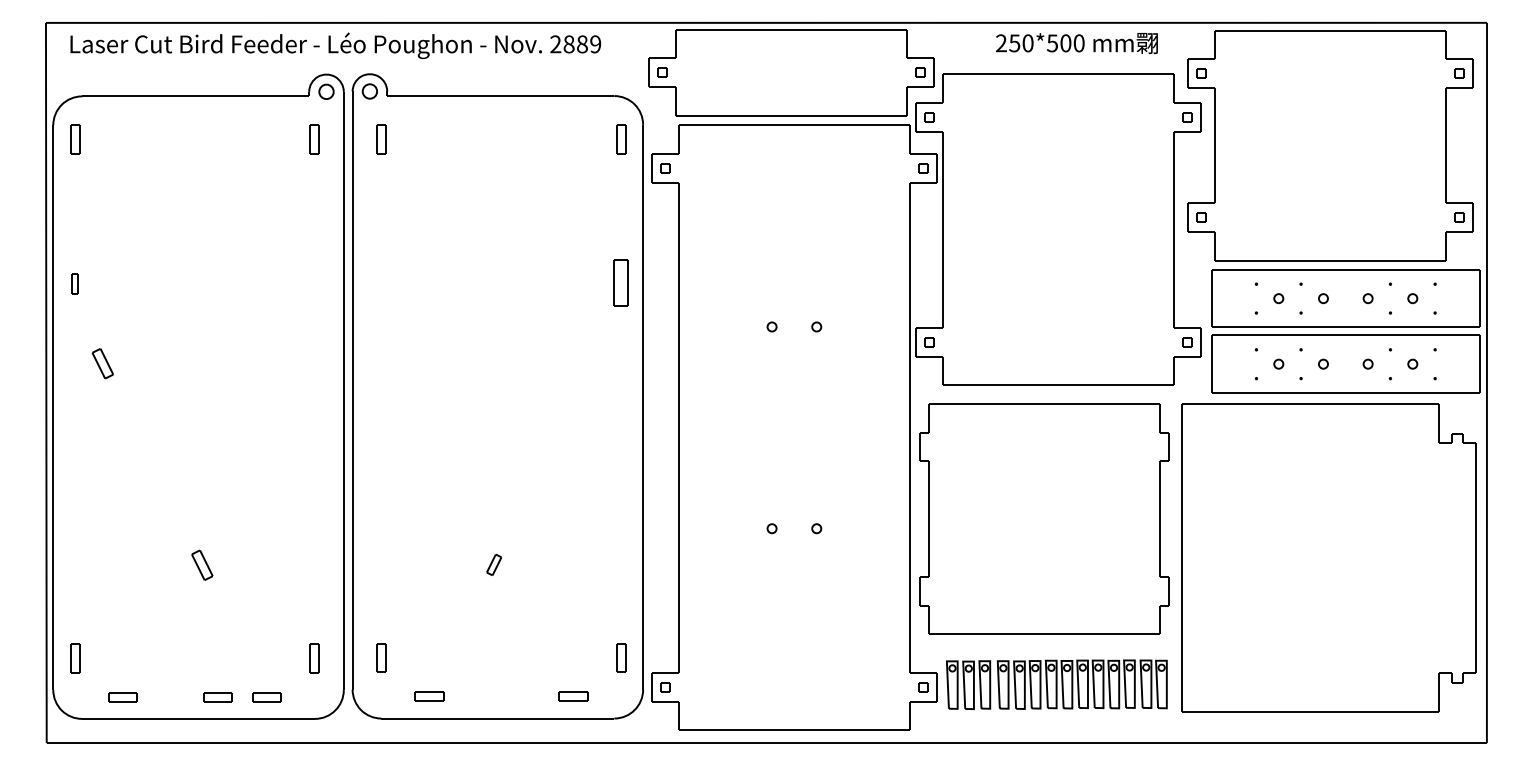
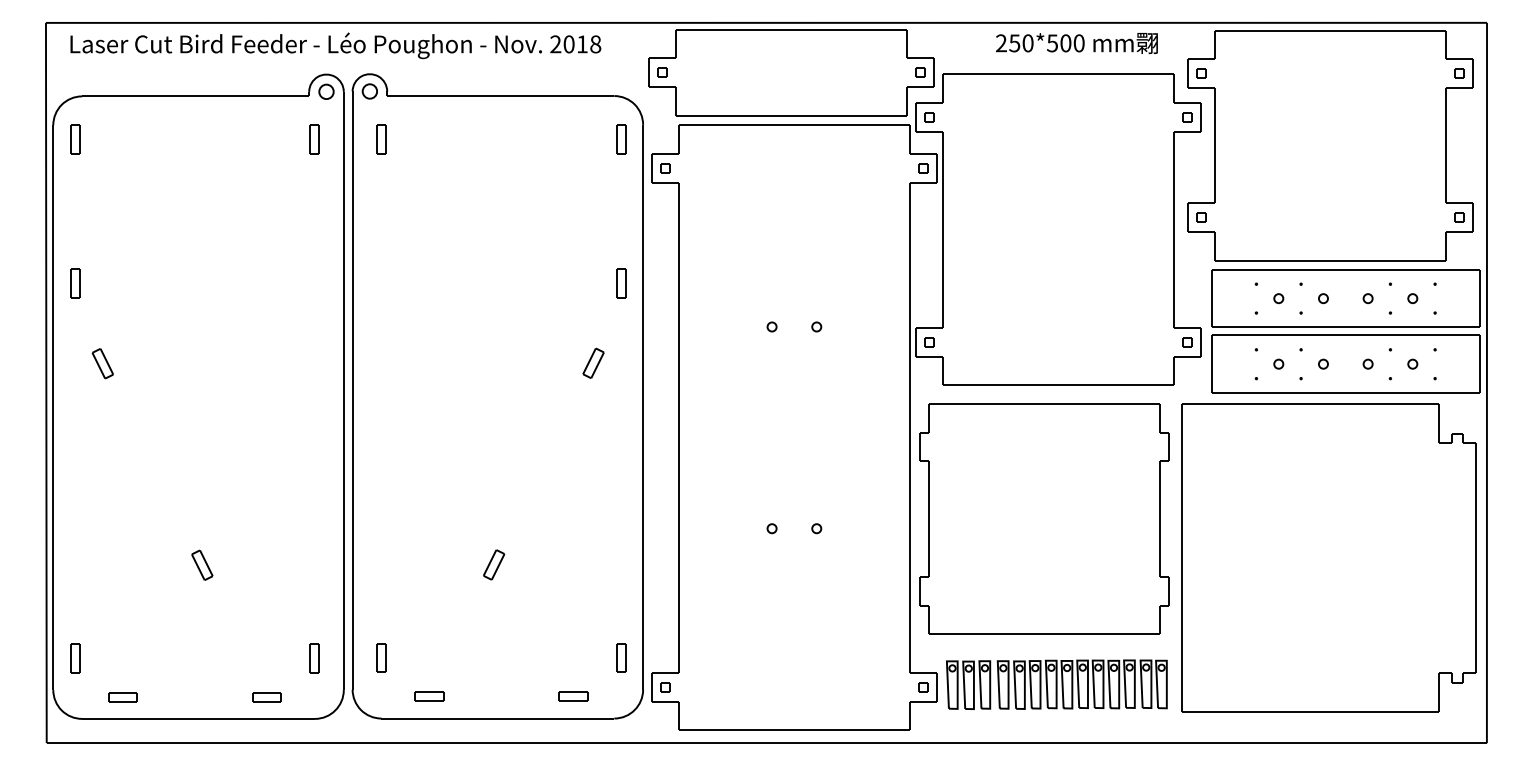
text at (582, 44): 2889 -> 2018
part at (620, 282) size: 16x48 px -> 11x31 px
part at (74, 283) size: 8x22 px -> 11x31 px
part at (593, 362): none -> present
part at (494, 564) size: 17x23 px -> 23x32 px
part at (217, 697): present -> none
